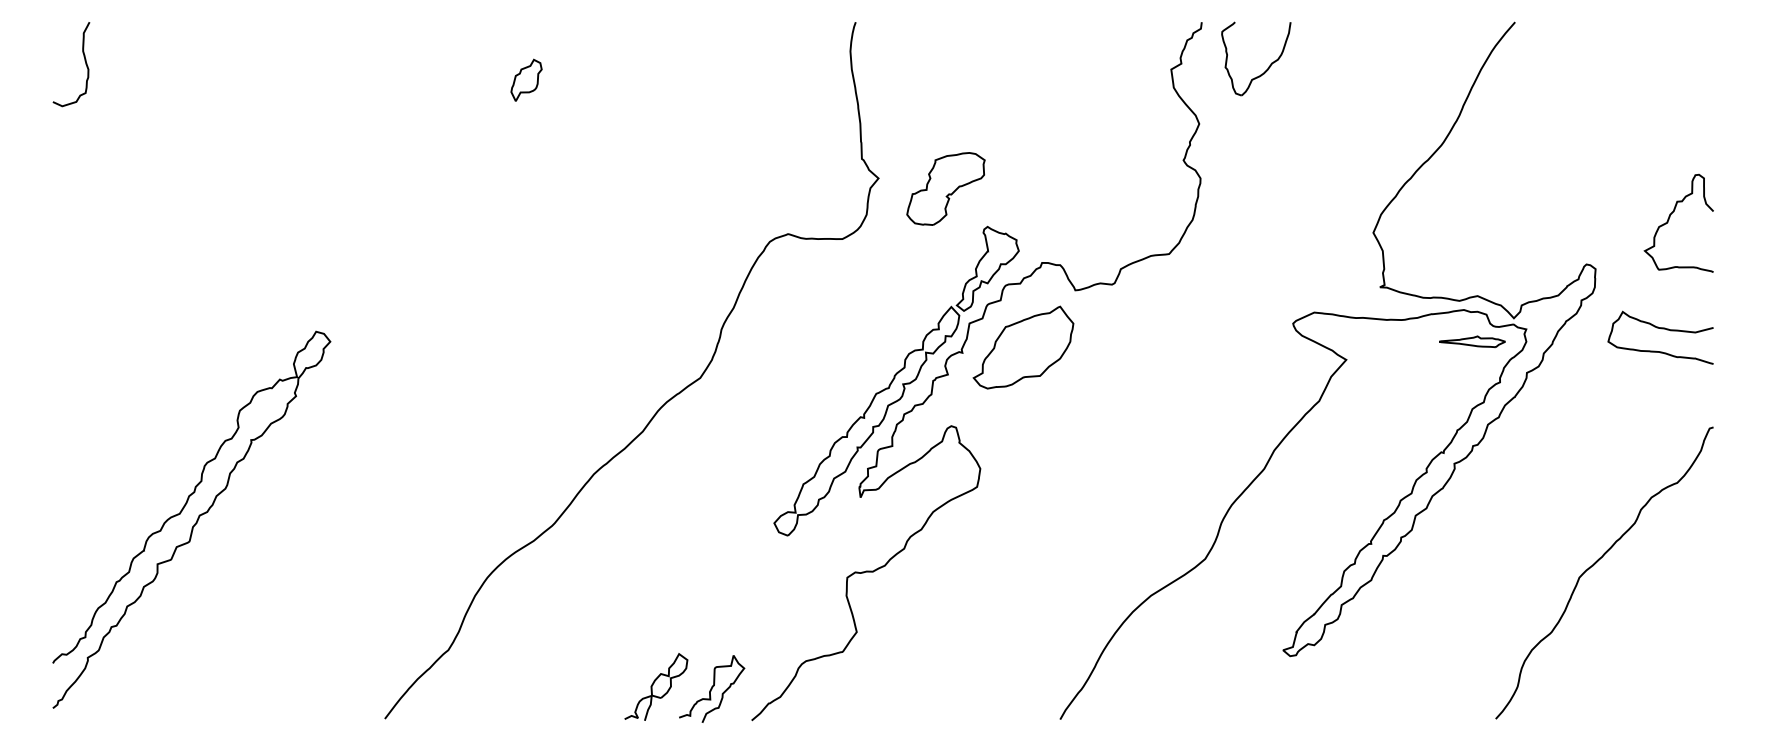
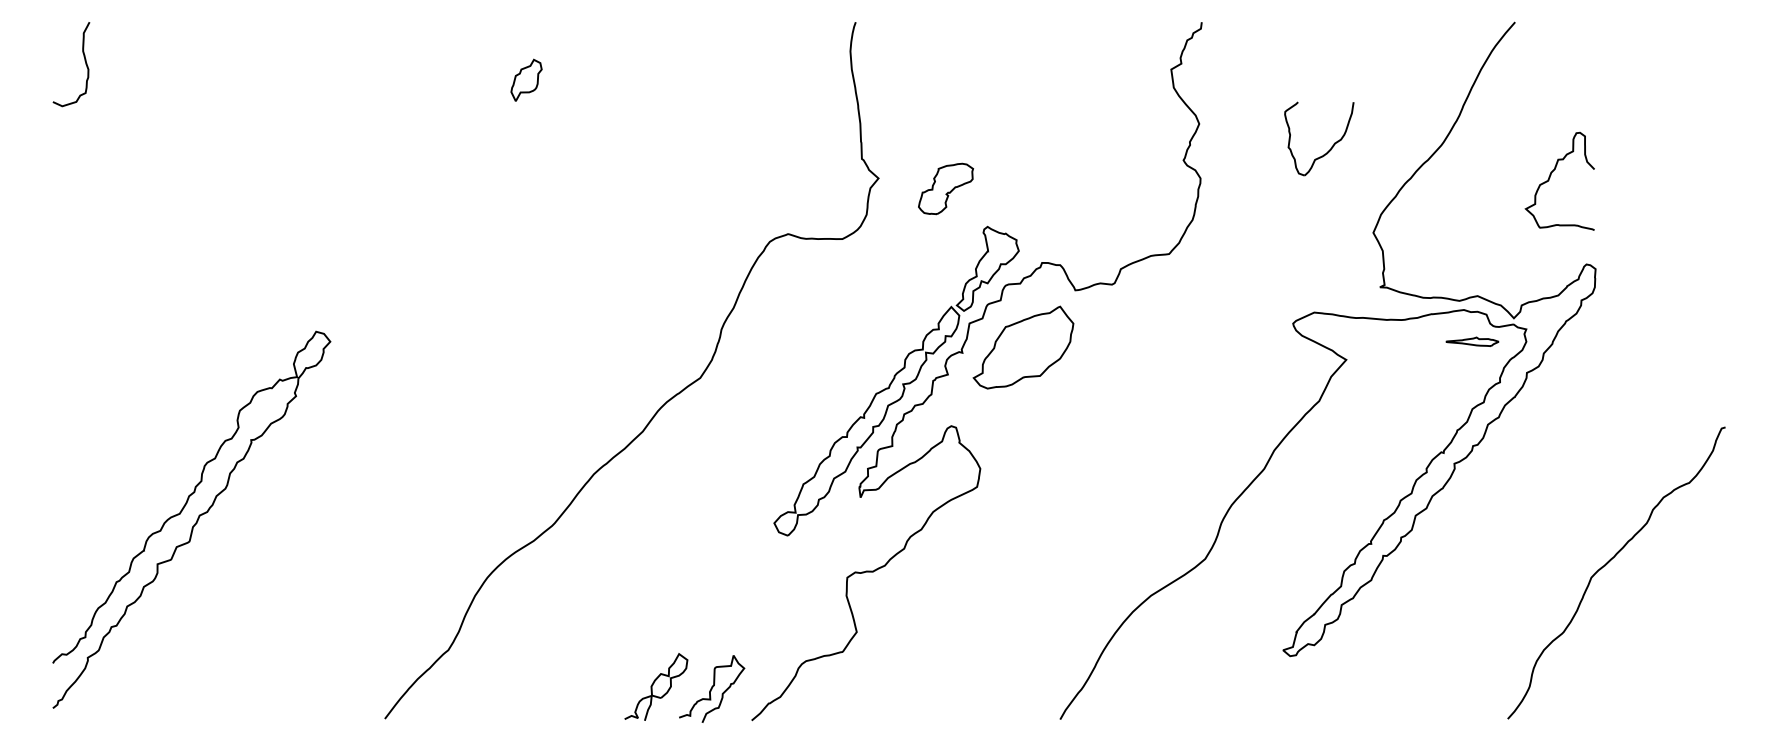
part at (1268, 66) position: (1268, 66) -> (1331, 146)
part at (945, 188) size: 80x74 px -> 56x54 px
curve at (1669, 220) position: (1669, 220) -> (1550, 178)
curve at (1661, 329): present -> none
part at (1472, 341) size: 67x14 px -> 55x11 px
curve at (1596, 563) position: (1596, 563) -> (1608, 563)
